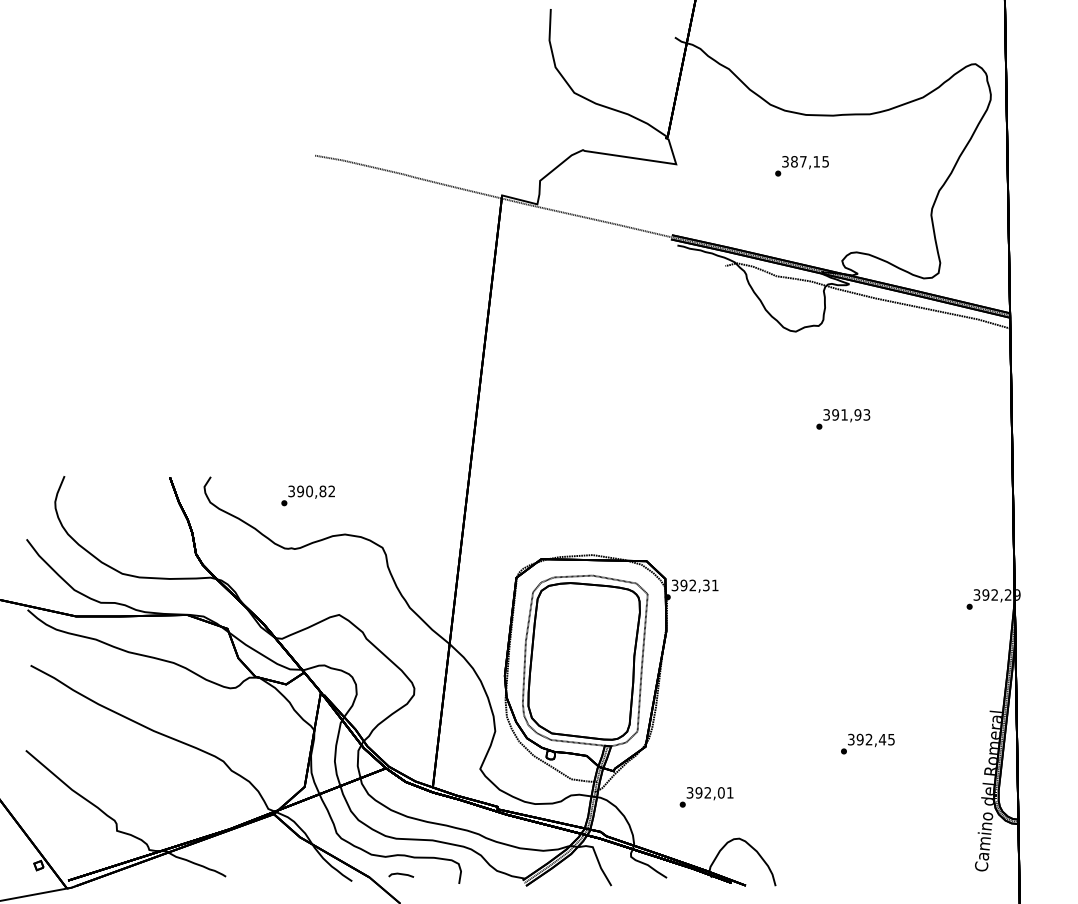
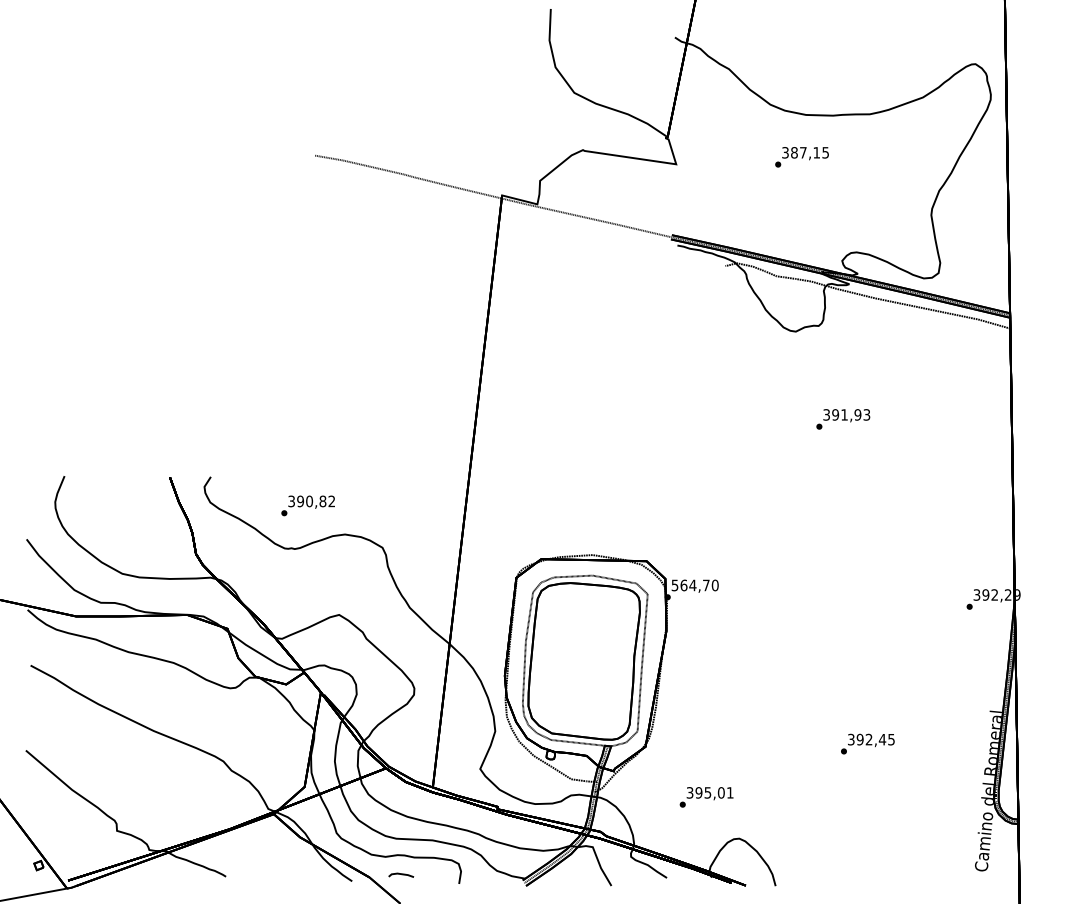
text at (801, 166) position: (801, 166) -> (801, 157)
text at (307, 495) position: (307, 495) -> (307, 505)
text at (695, 585): 392,31 -> 564,70
text at (707, 792): 392,01 -> 395,01
